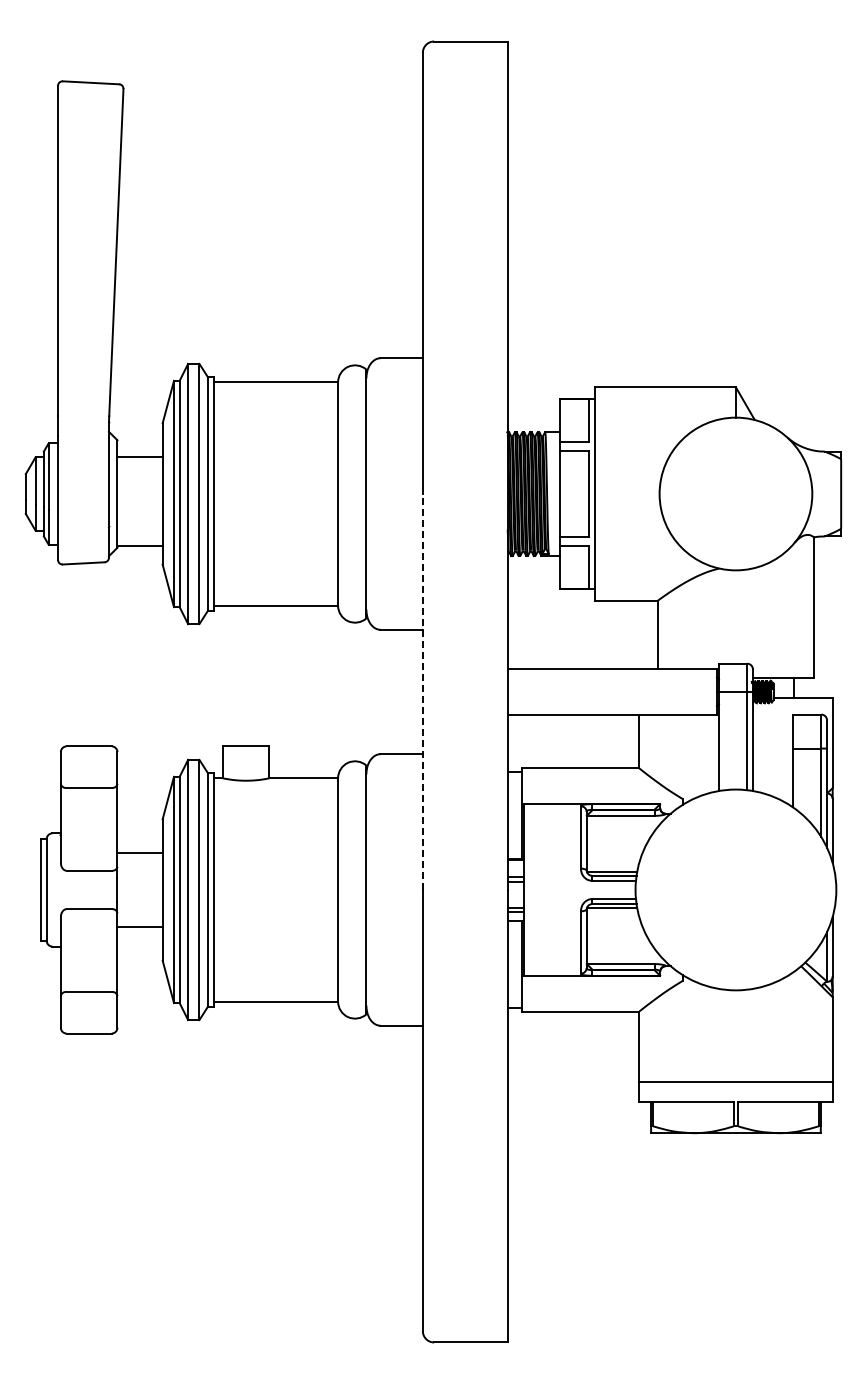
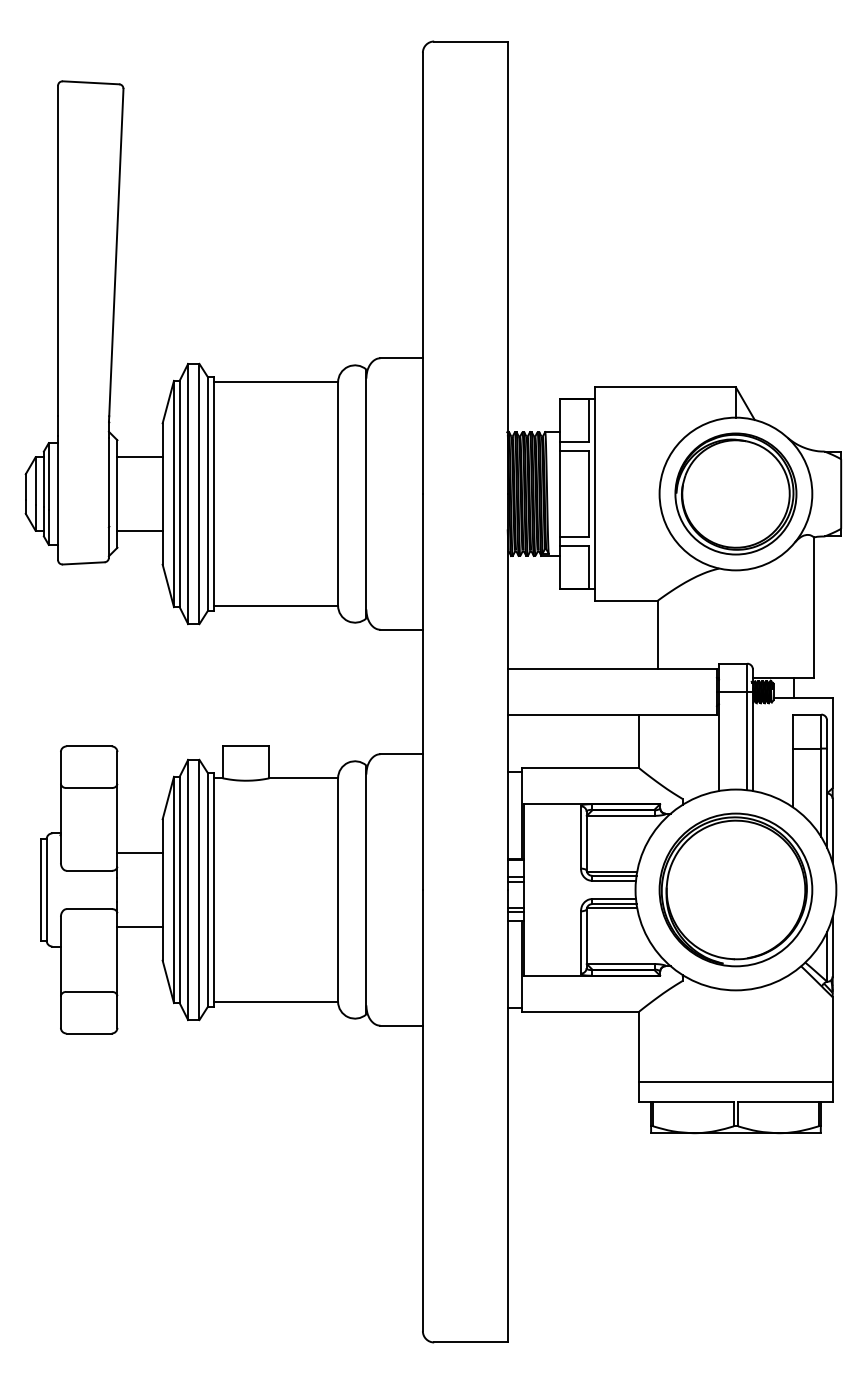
part at (735, 493): none -> present
line at (139, 545) position: (139, 545) -> (139, 530)
line at (422, 692): dashed -> solid
part at (735, 889): none -> present
